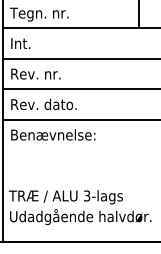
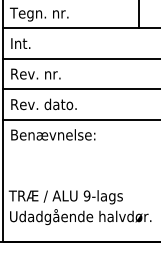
text at (86, 195): 3-lags -> 9-lags
